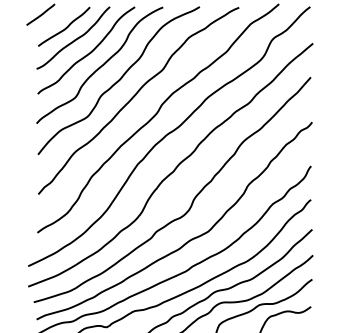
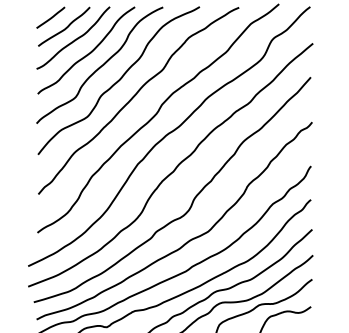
line at (40, 14) position: (40, 14) -> (50, 17)
